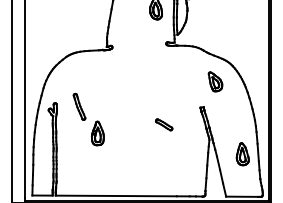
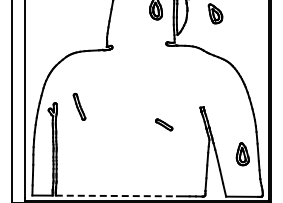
part at (215, 81) position: (215, 81) -> (215, 13)
part at (97, 133): present -> none
line at (116, 195): solid -> dashed
